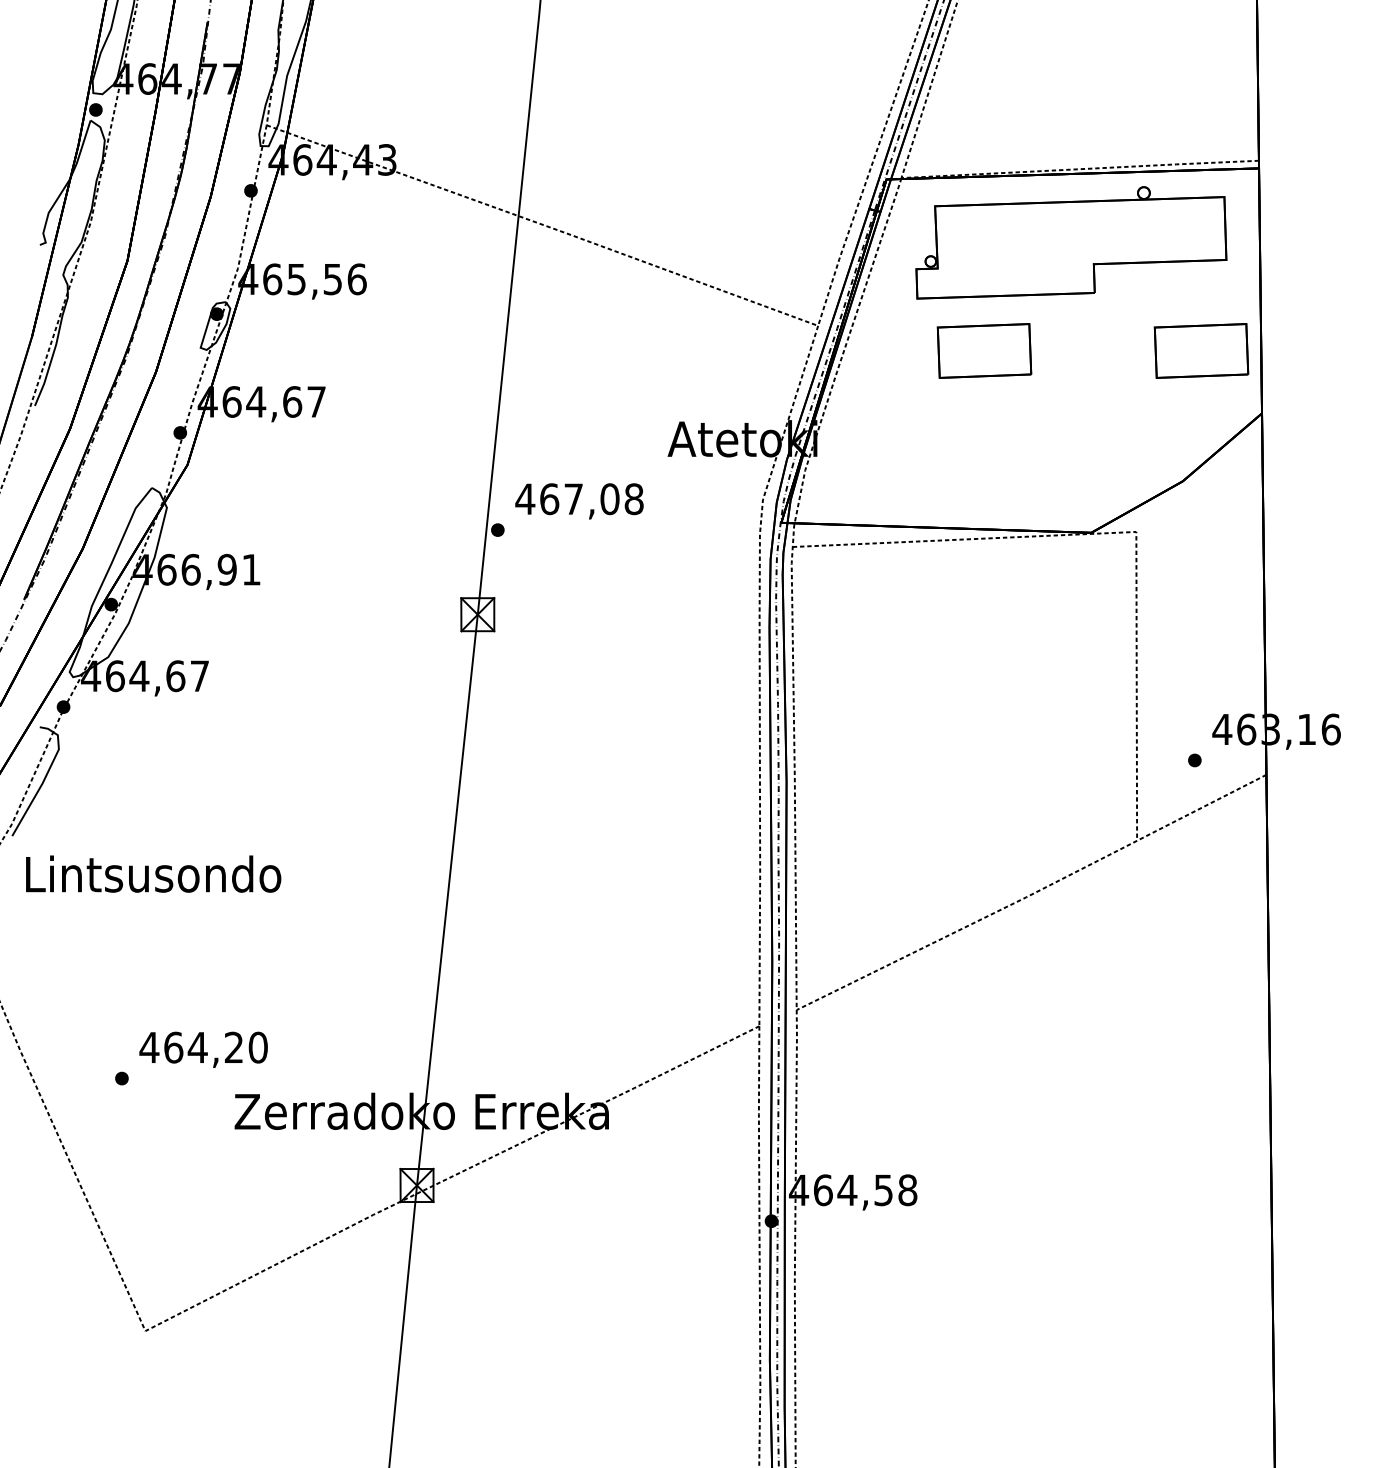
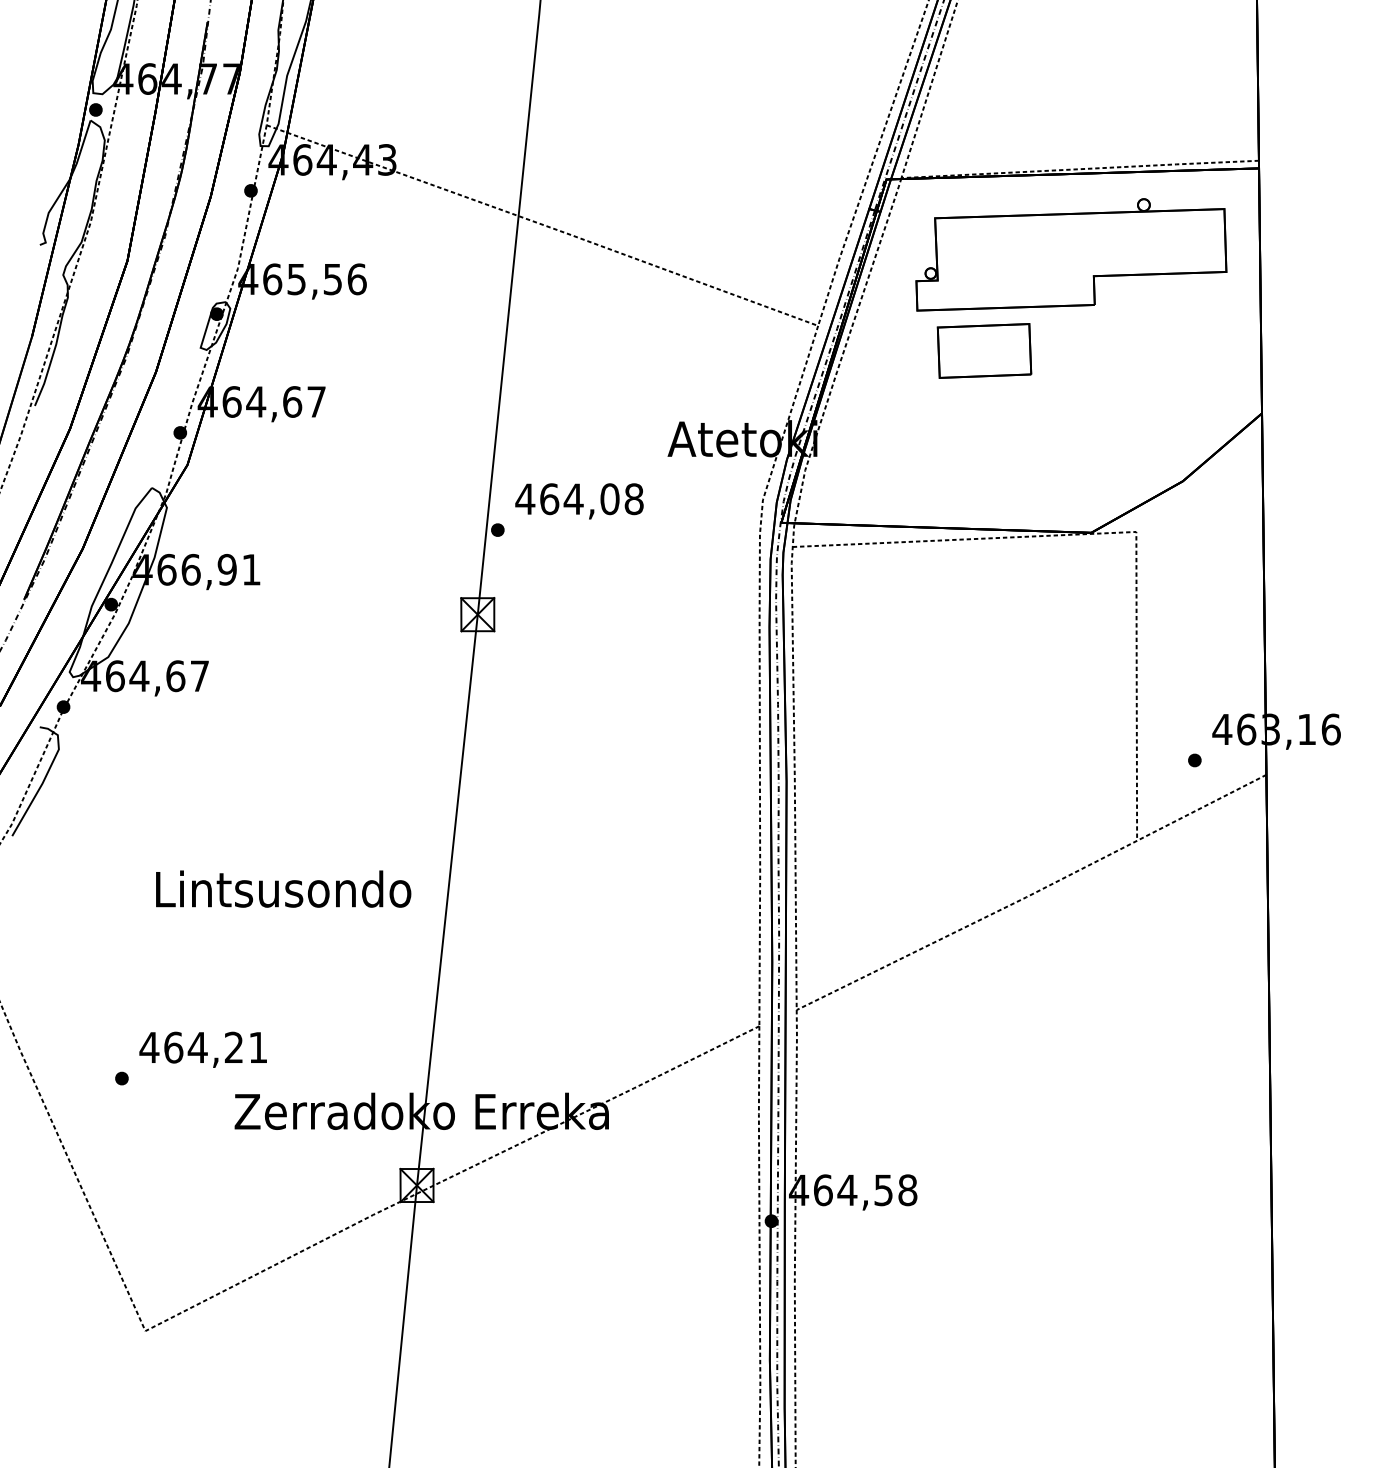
part at (1071, 242) position: (1071, 242) -> (1071, 254)
part at (1201, 350): present -> none
text at (573, 498): 467,08 -> 464,08
text at (153, 873) position: (153, 873) -> (283, 888)
text at (257, 1047): 464,20 -> 464,21
